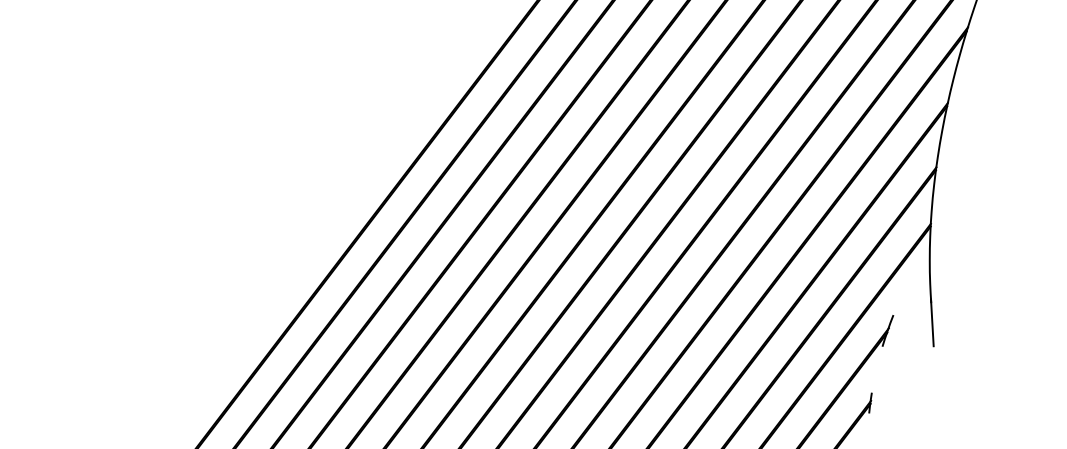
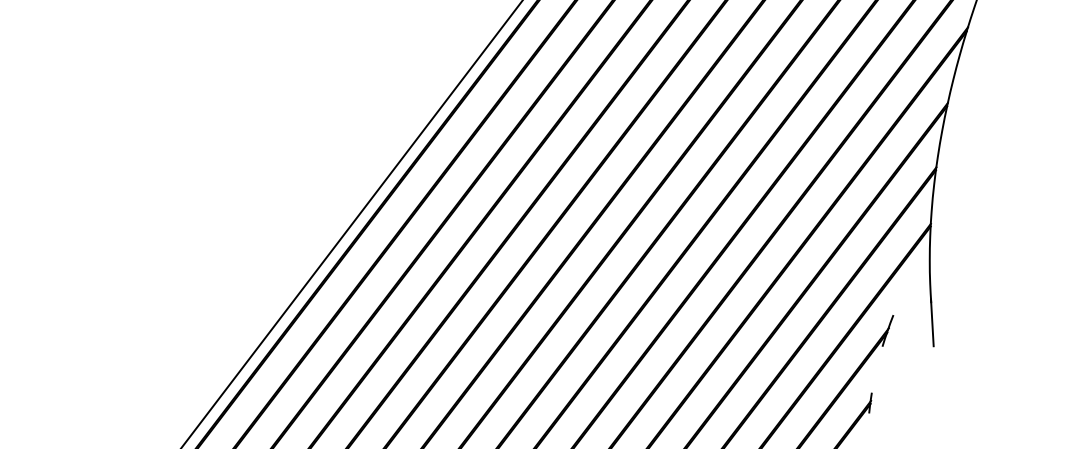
line at (352, 223): none -> present
